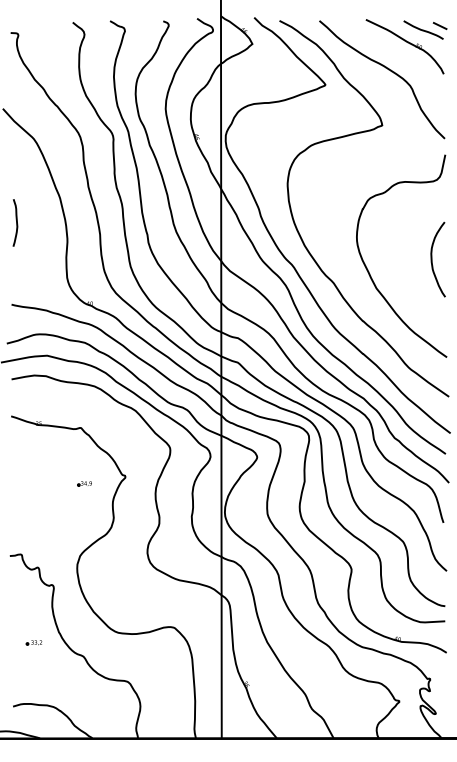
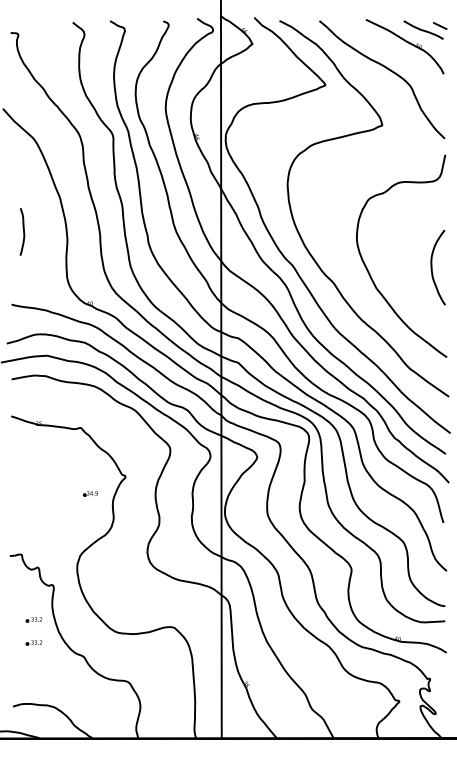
curve at (16, 222) position: (16, 222) -> (23, 231)
curve at (432, 259) position: (432, 259) -> (432, 267)
part at (84, 483) position: (84, 483) -> (90, 493)
part at (33, 619): none -> present
